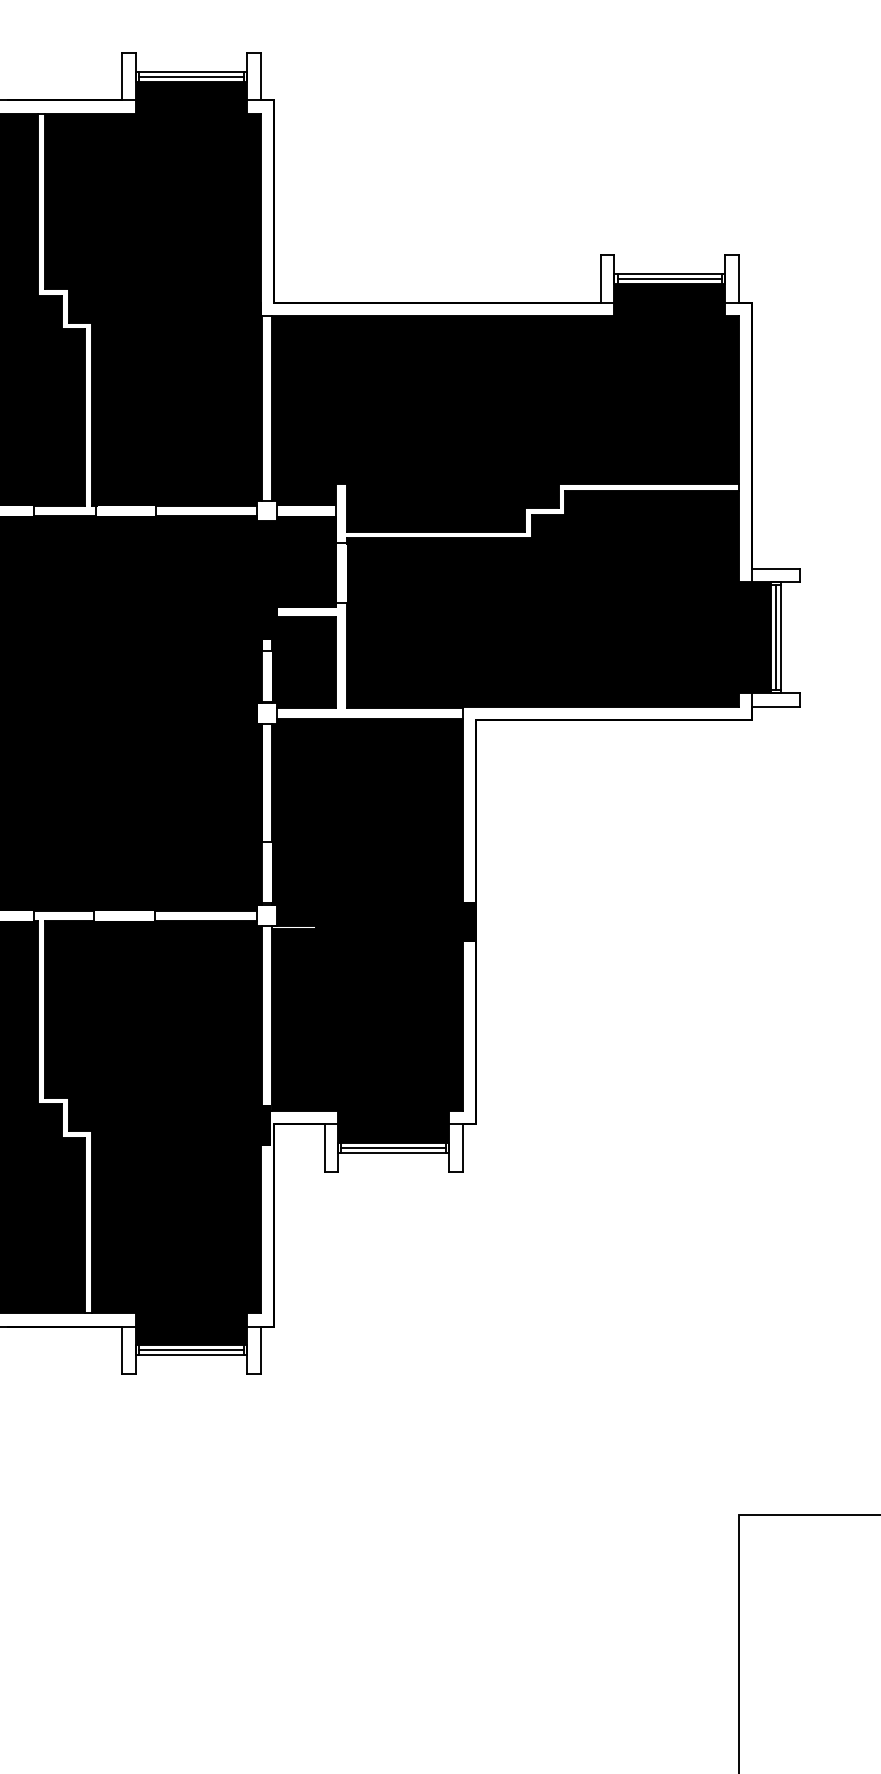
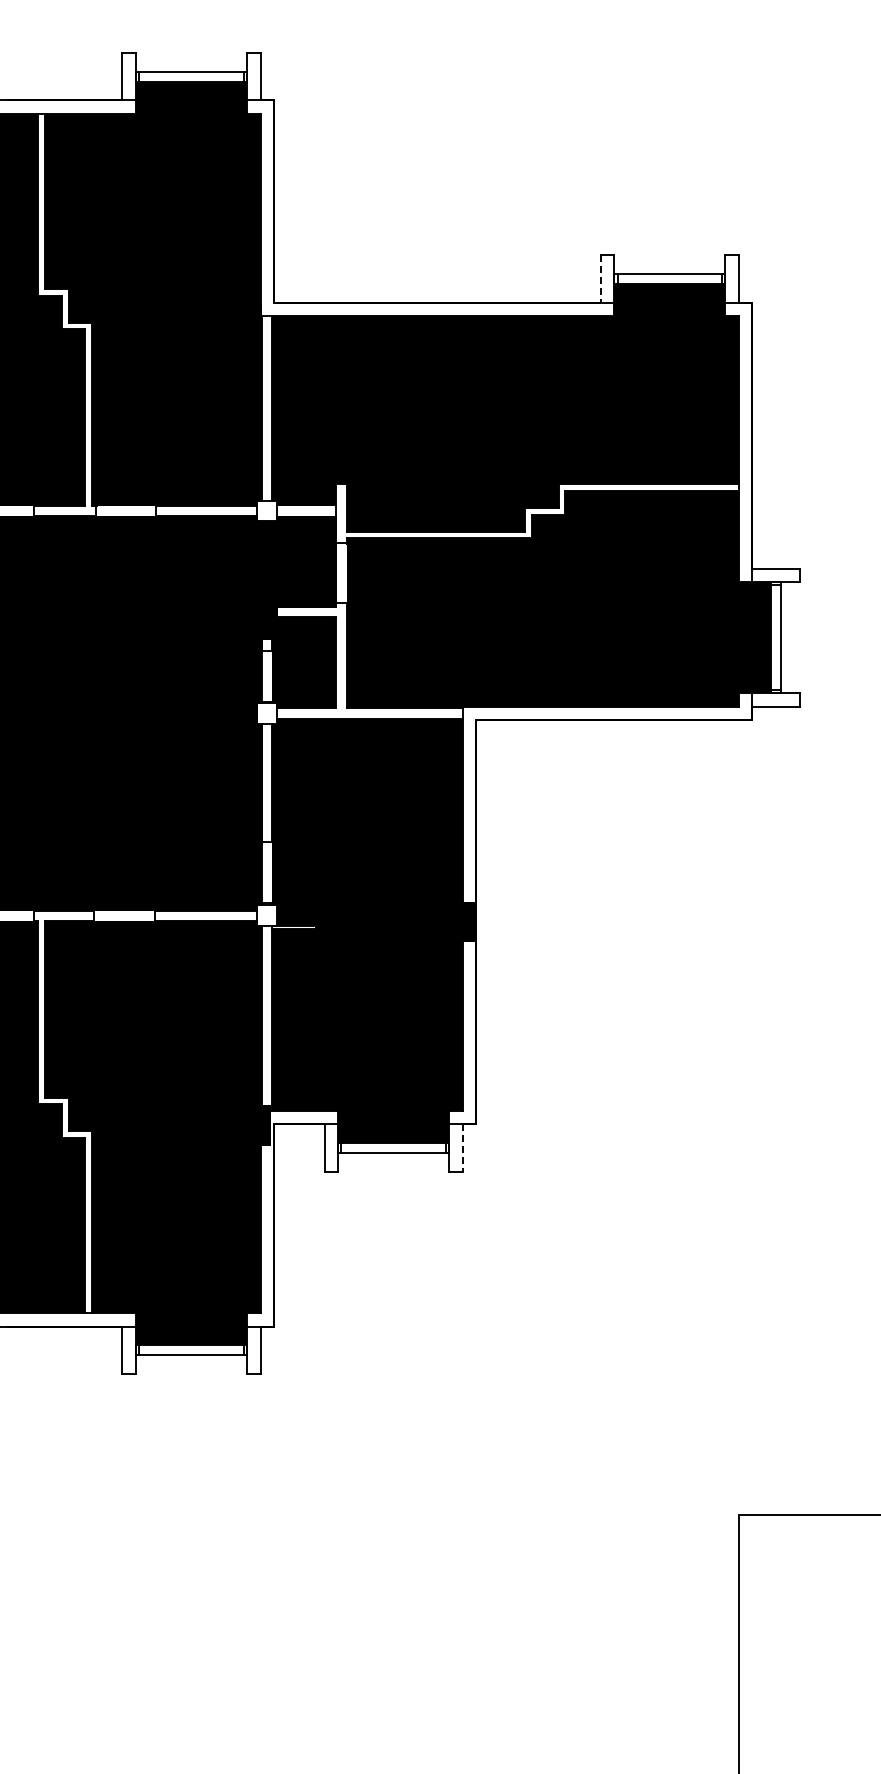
line at (191, 76): present -> none
line at (600, 278): solid -> dashed
line at (669, 278): present -> none
line at (776, 637): present -> none
line at (393, 1148): present -> none
line at (462, 1148): solid -> dashed
line at (191, 1350): present -> none
